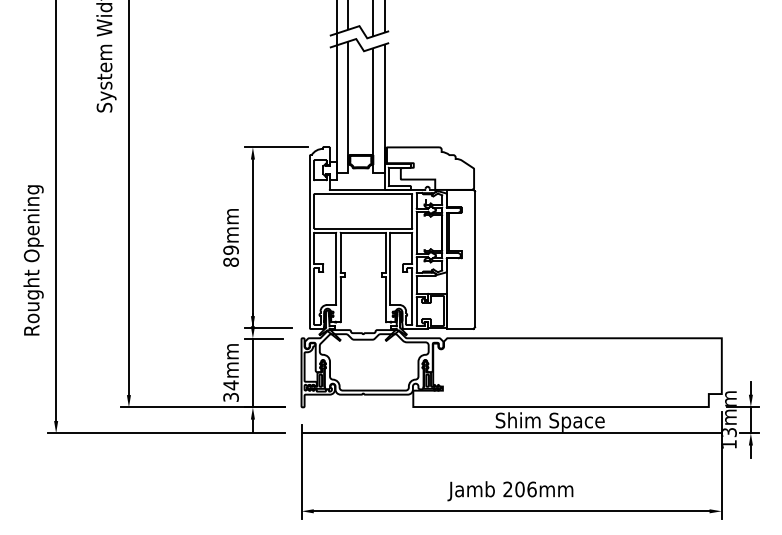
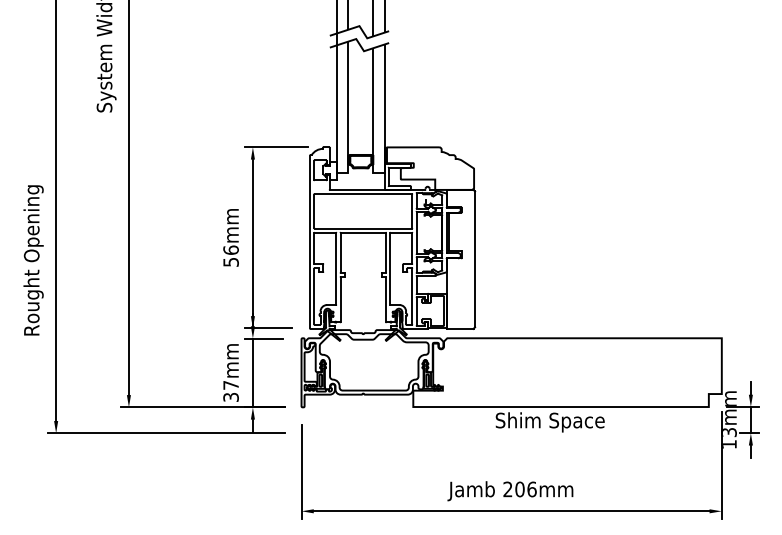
text at (230, 255): 89mm -> 56mm
text at (230, 385): 34mm -> 37mm
line at (512, 433): present -> none
